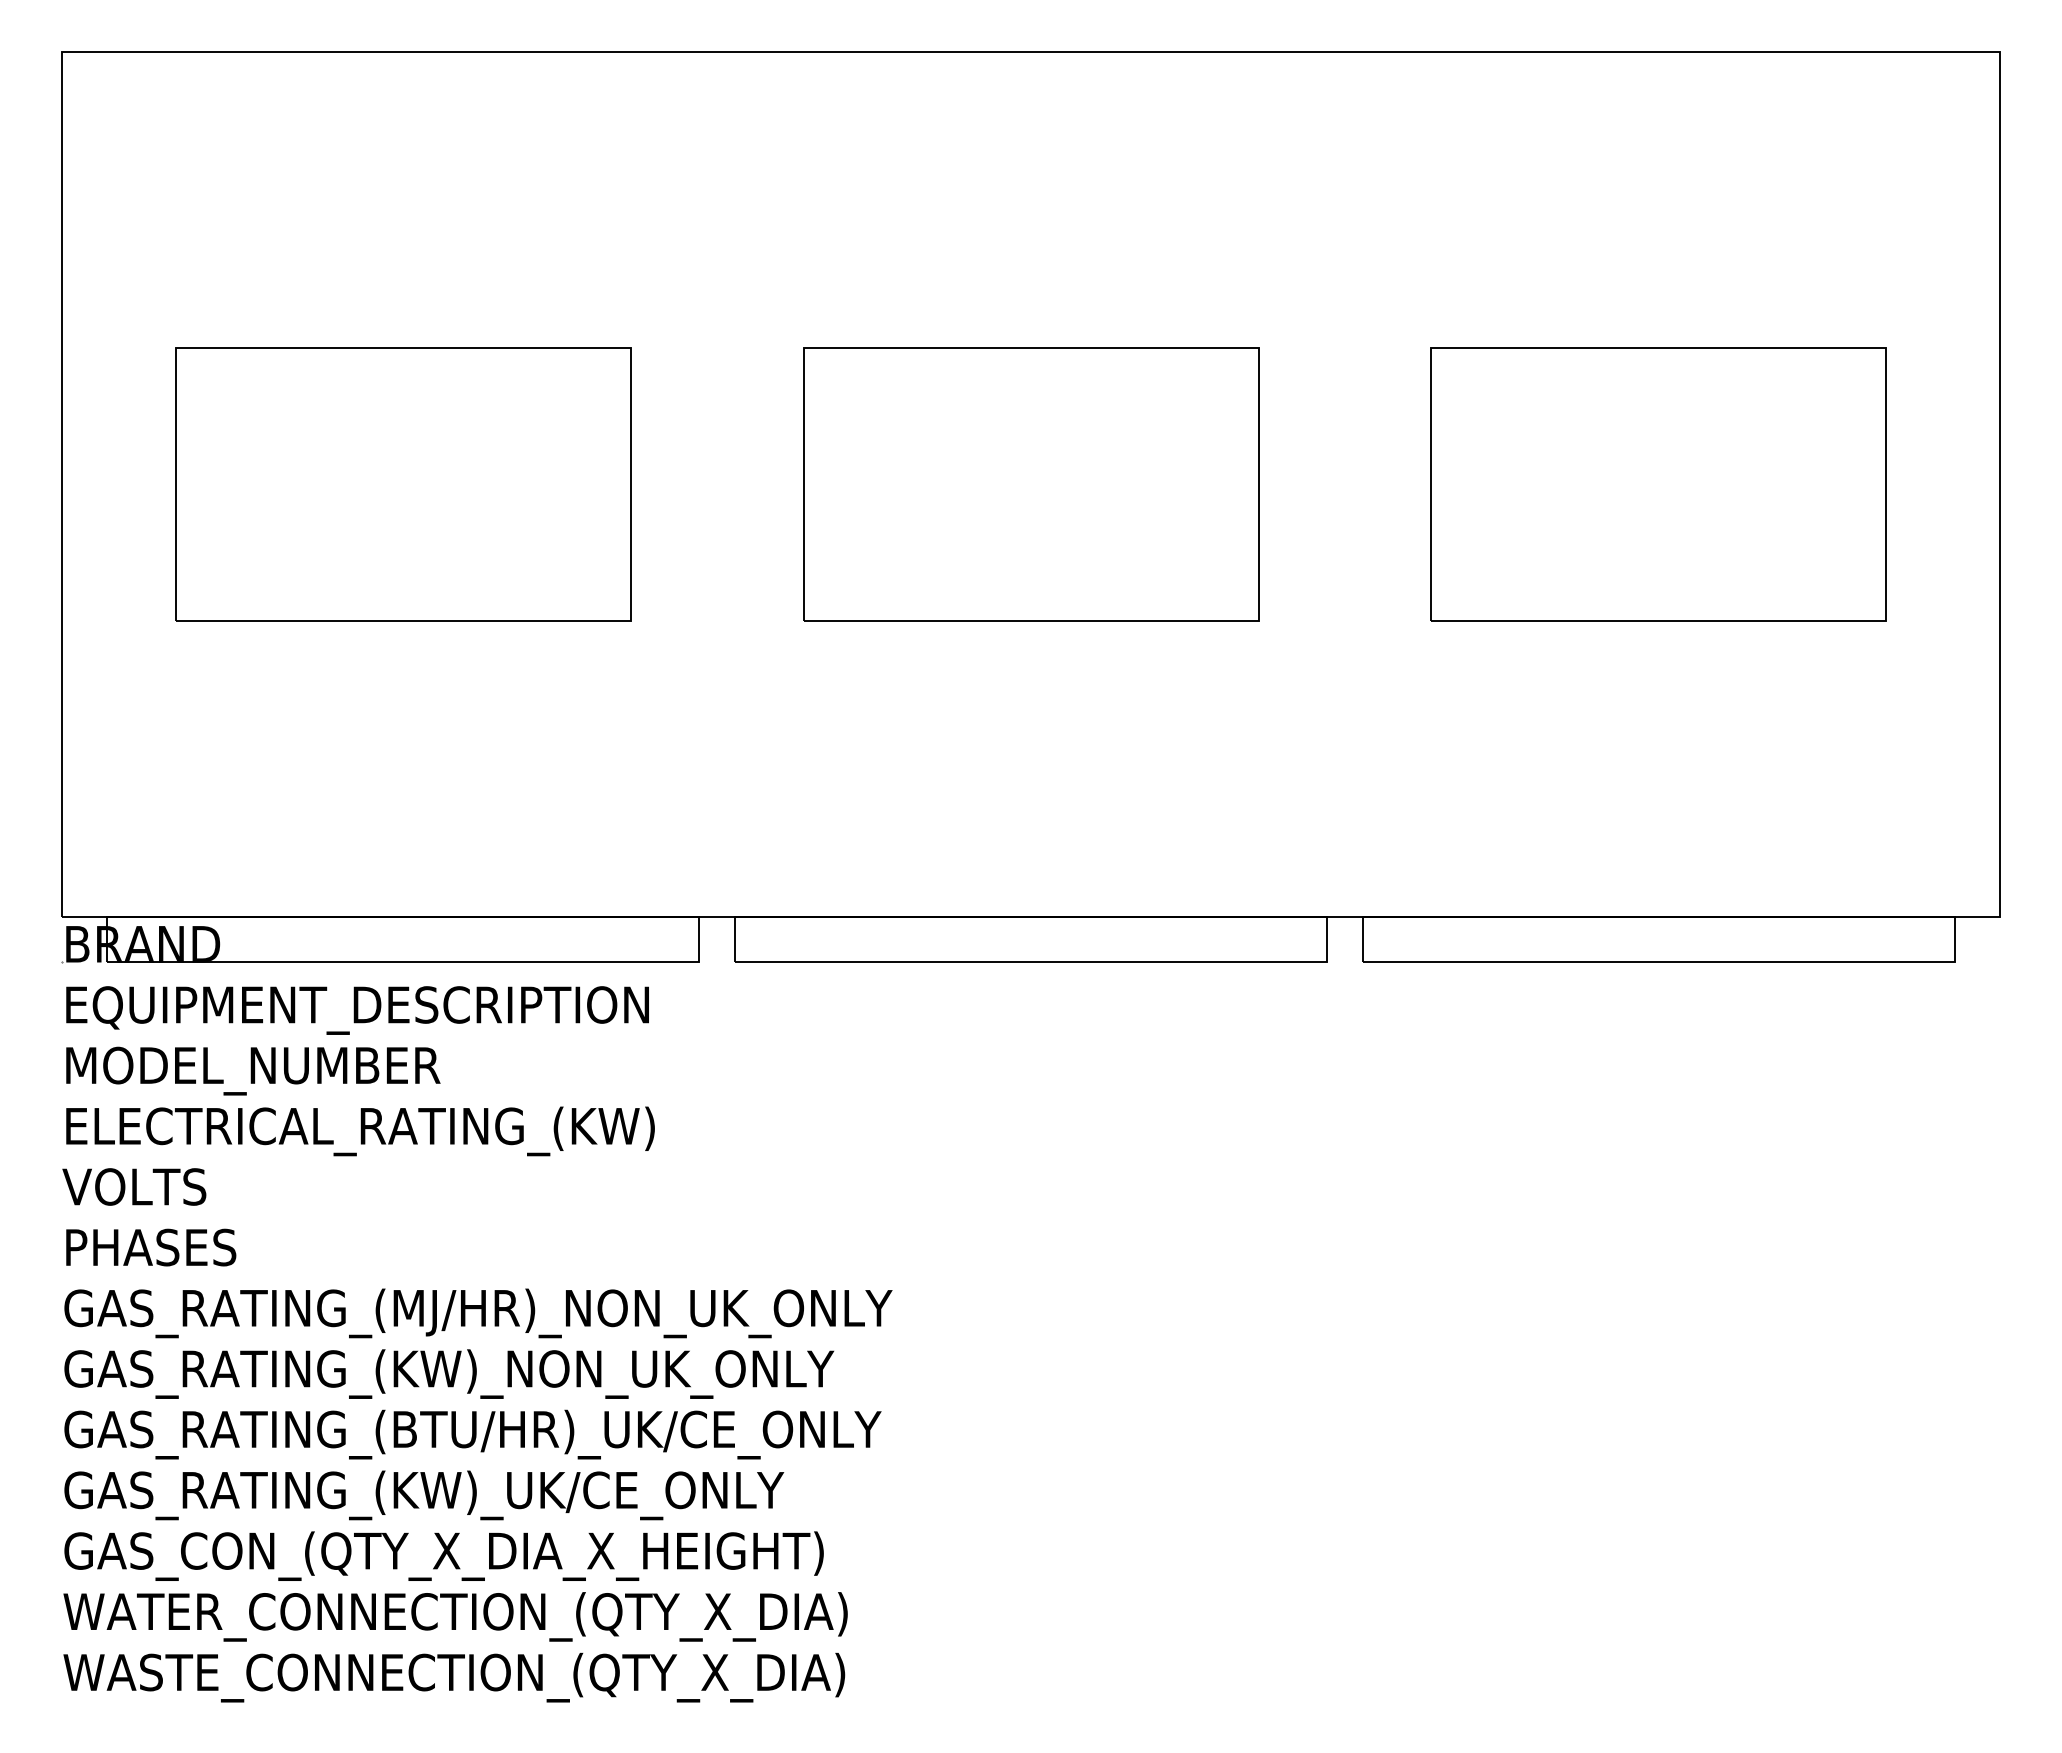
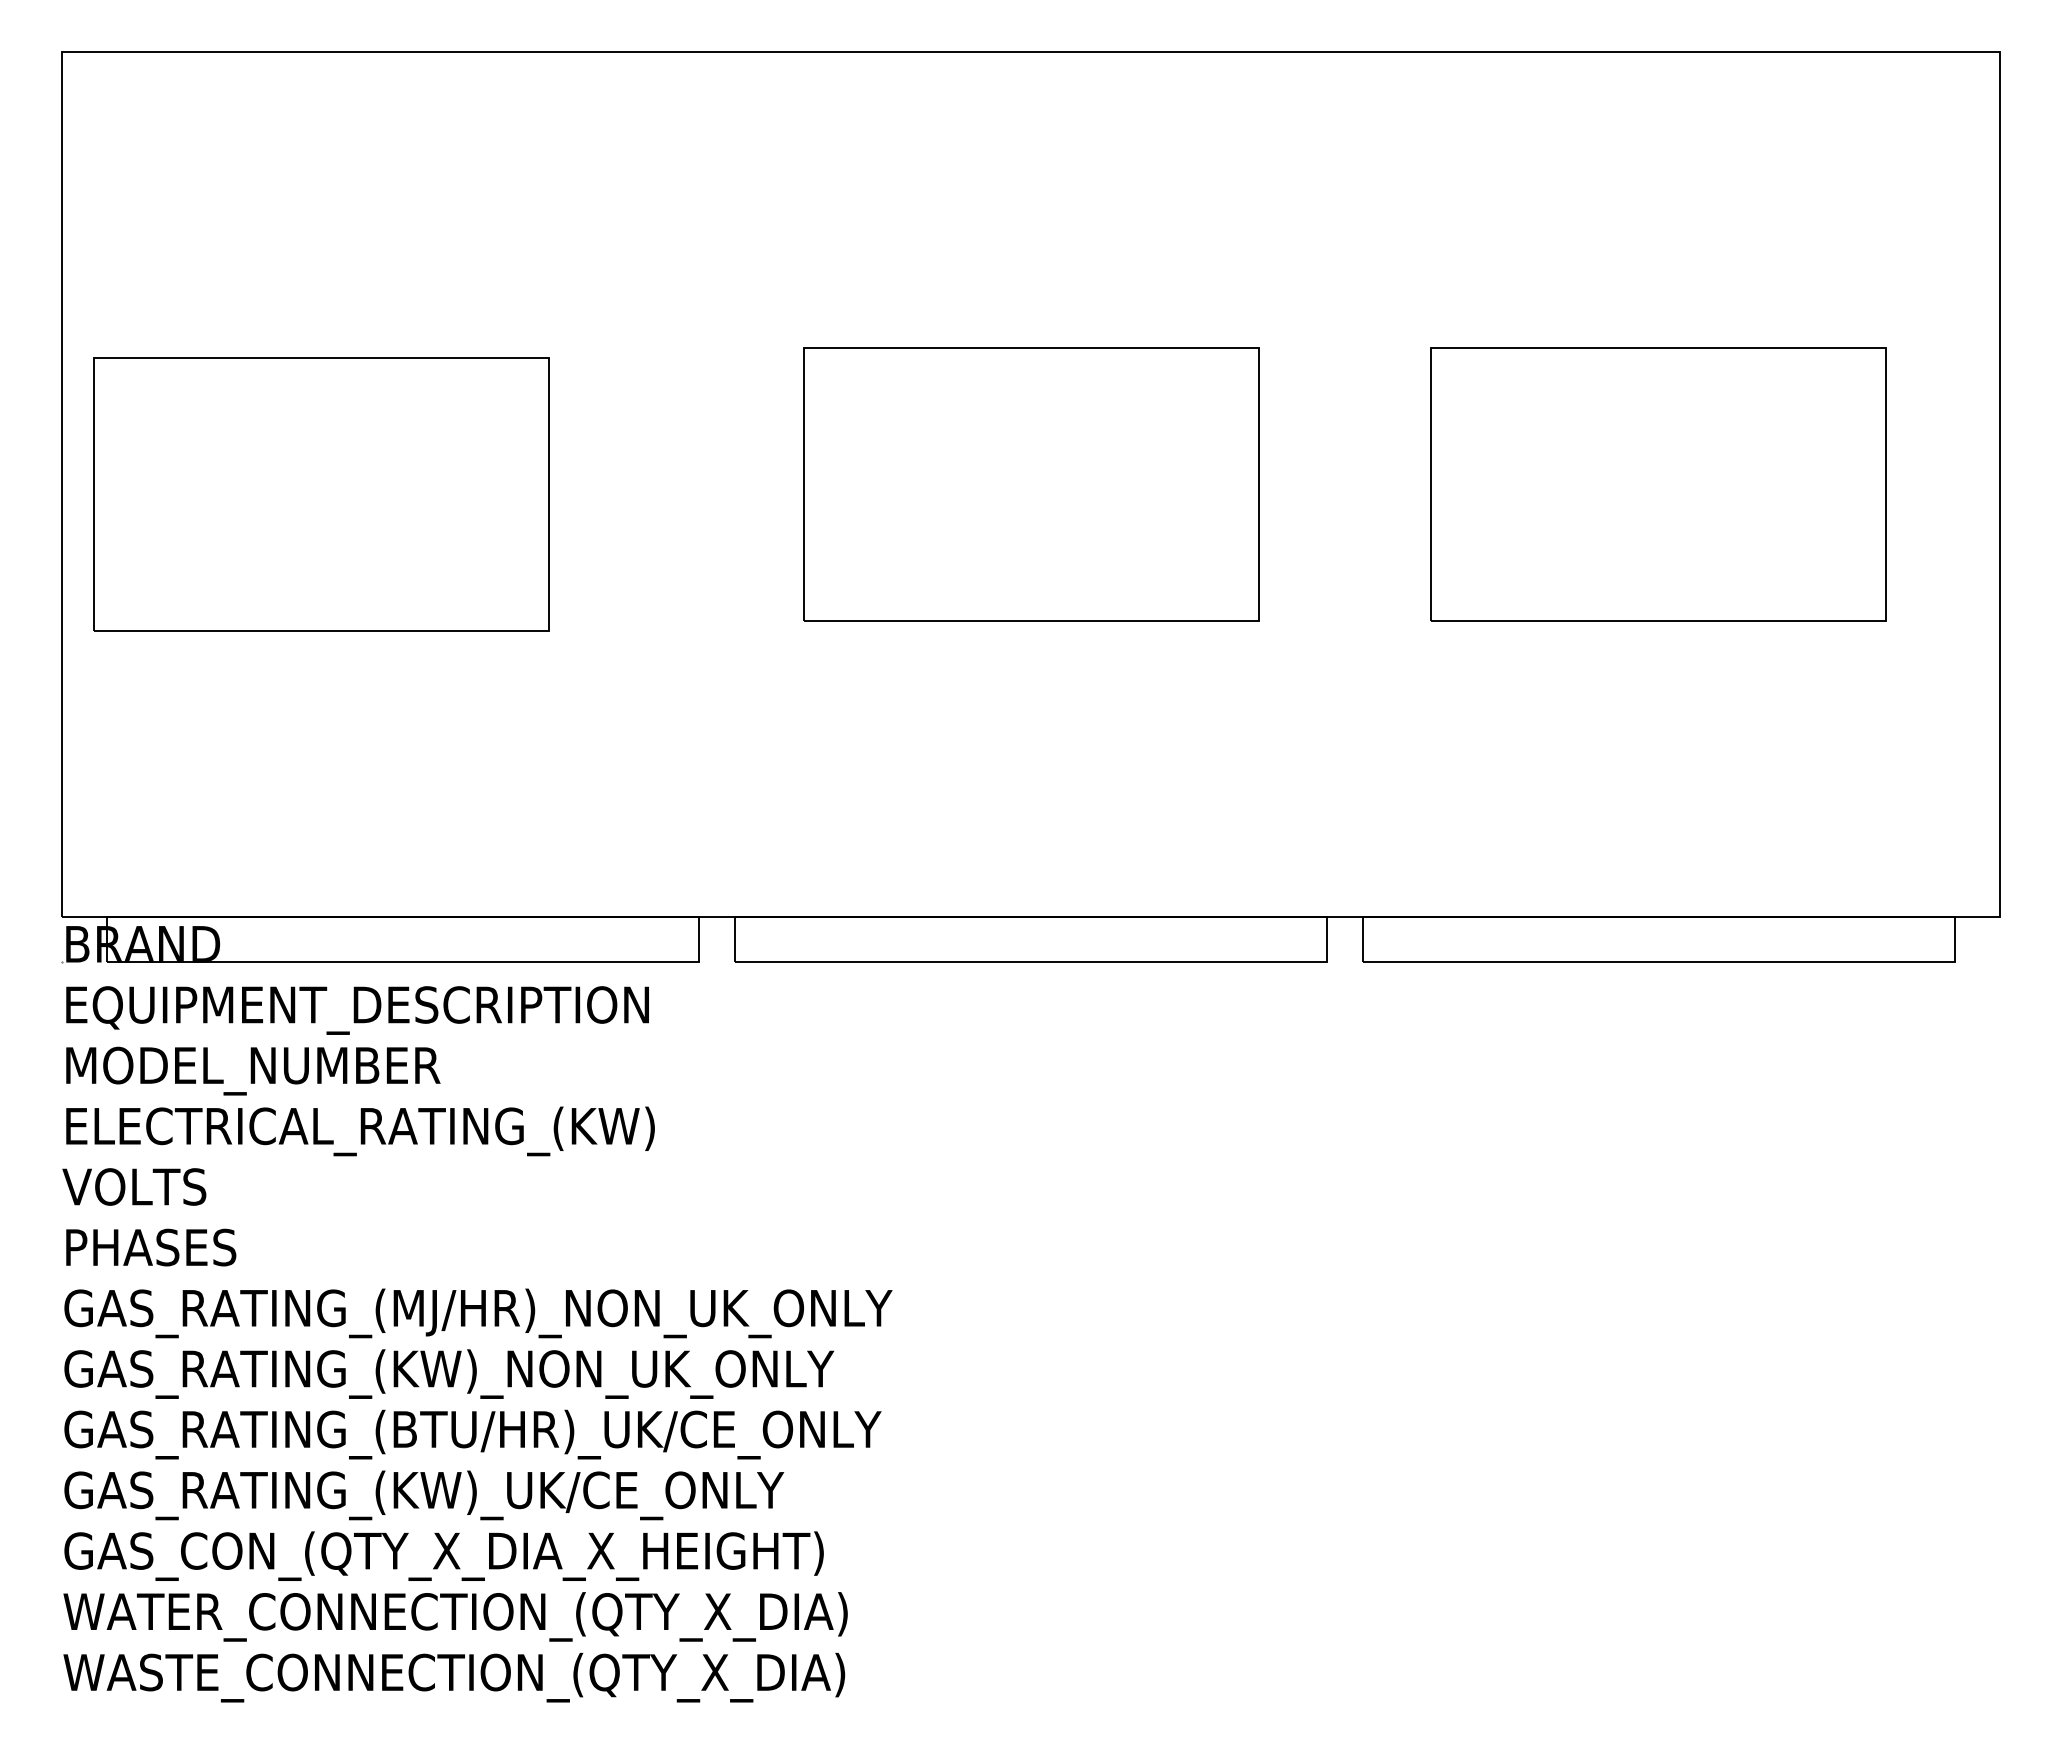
part at (403, 484) position: (403, 484) -> (321, 494)
